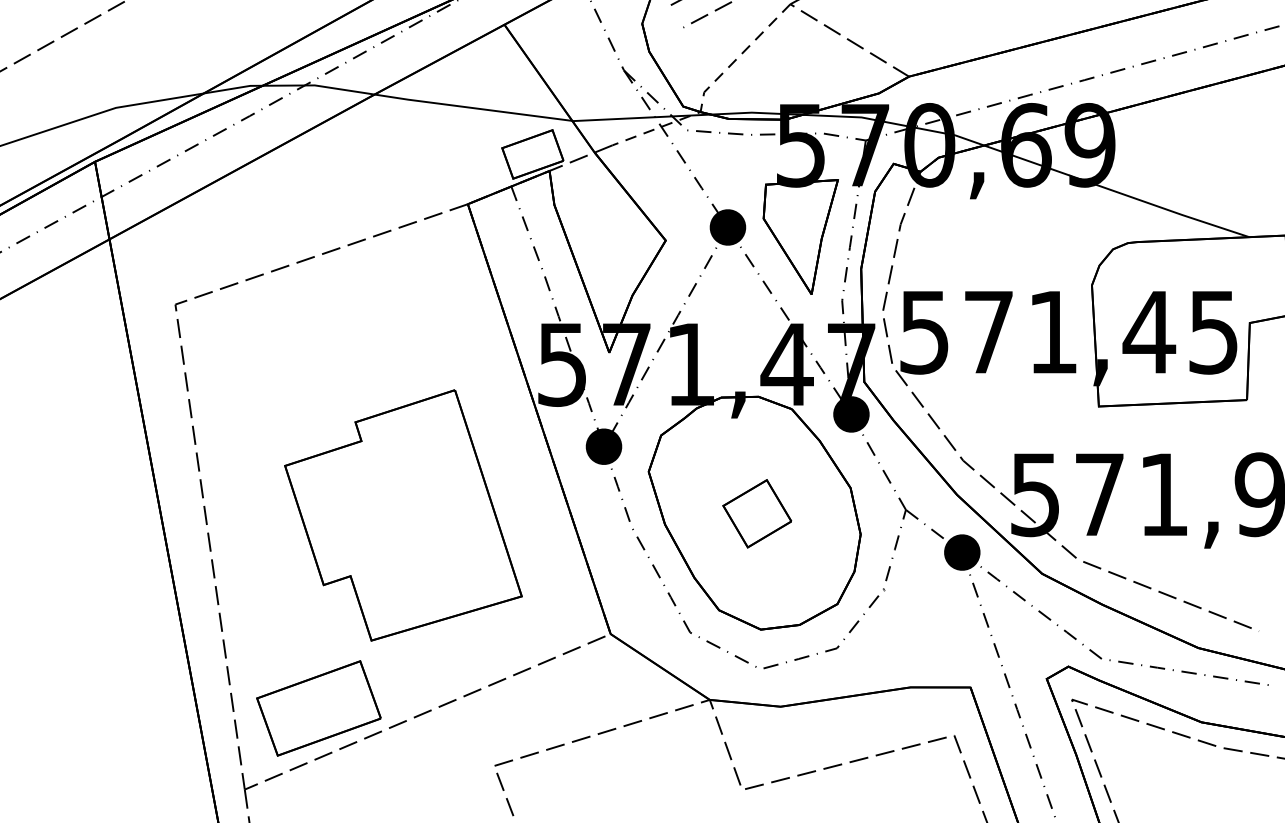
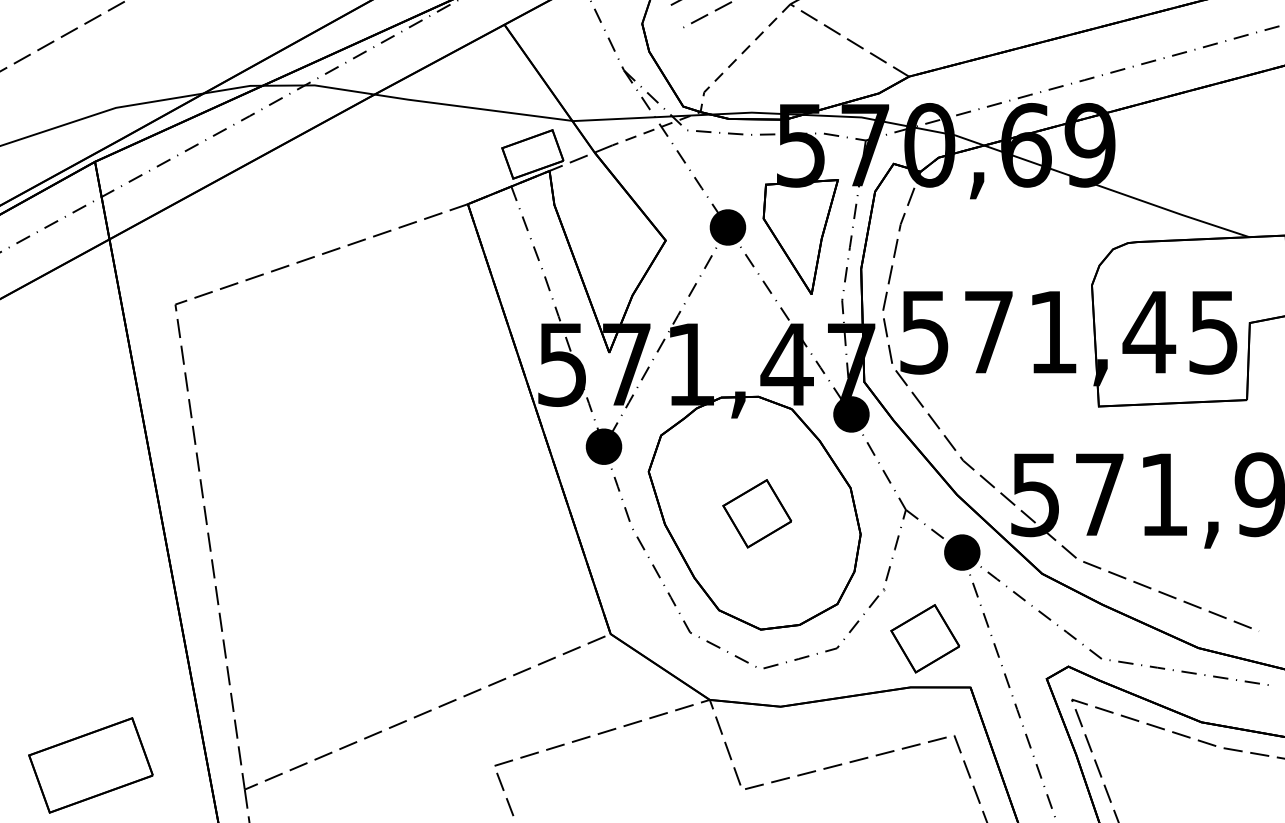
part at (403, 515): present -> none
part at (925, 638): none -> present
part at (318, 708) position: (318, 708) -> (90, 765)
